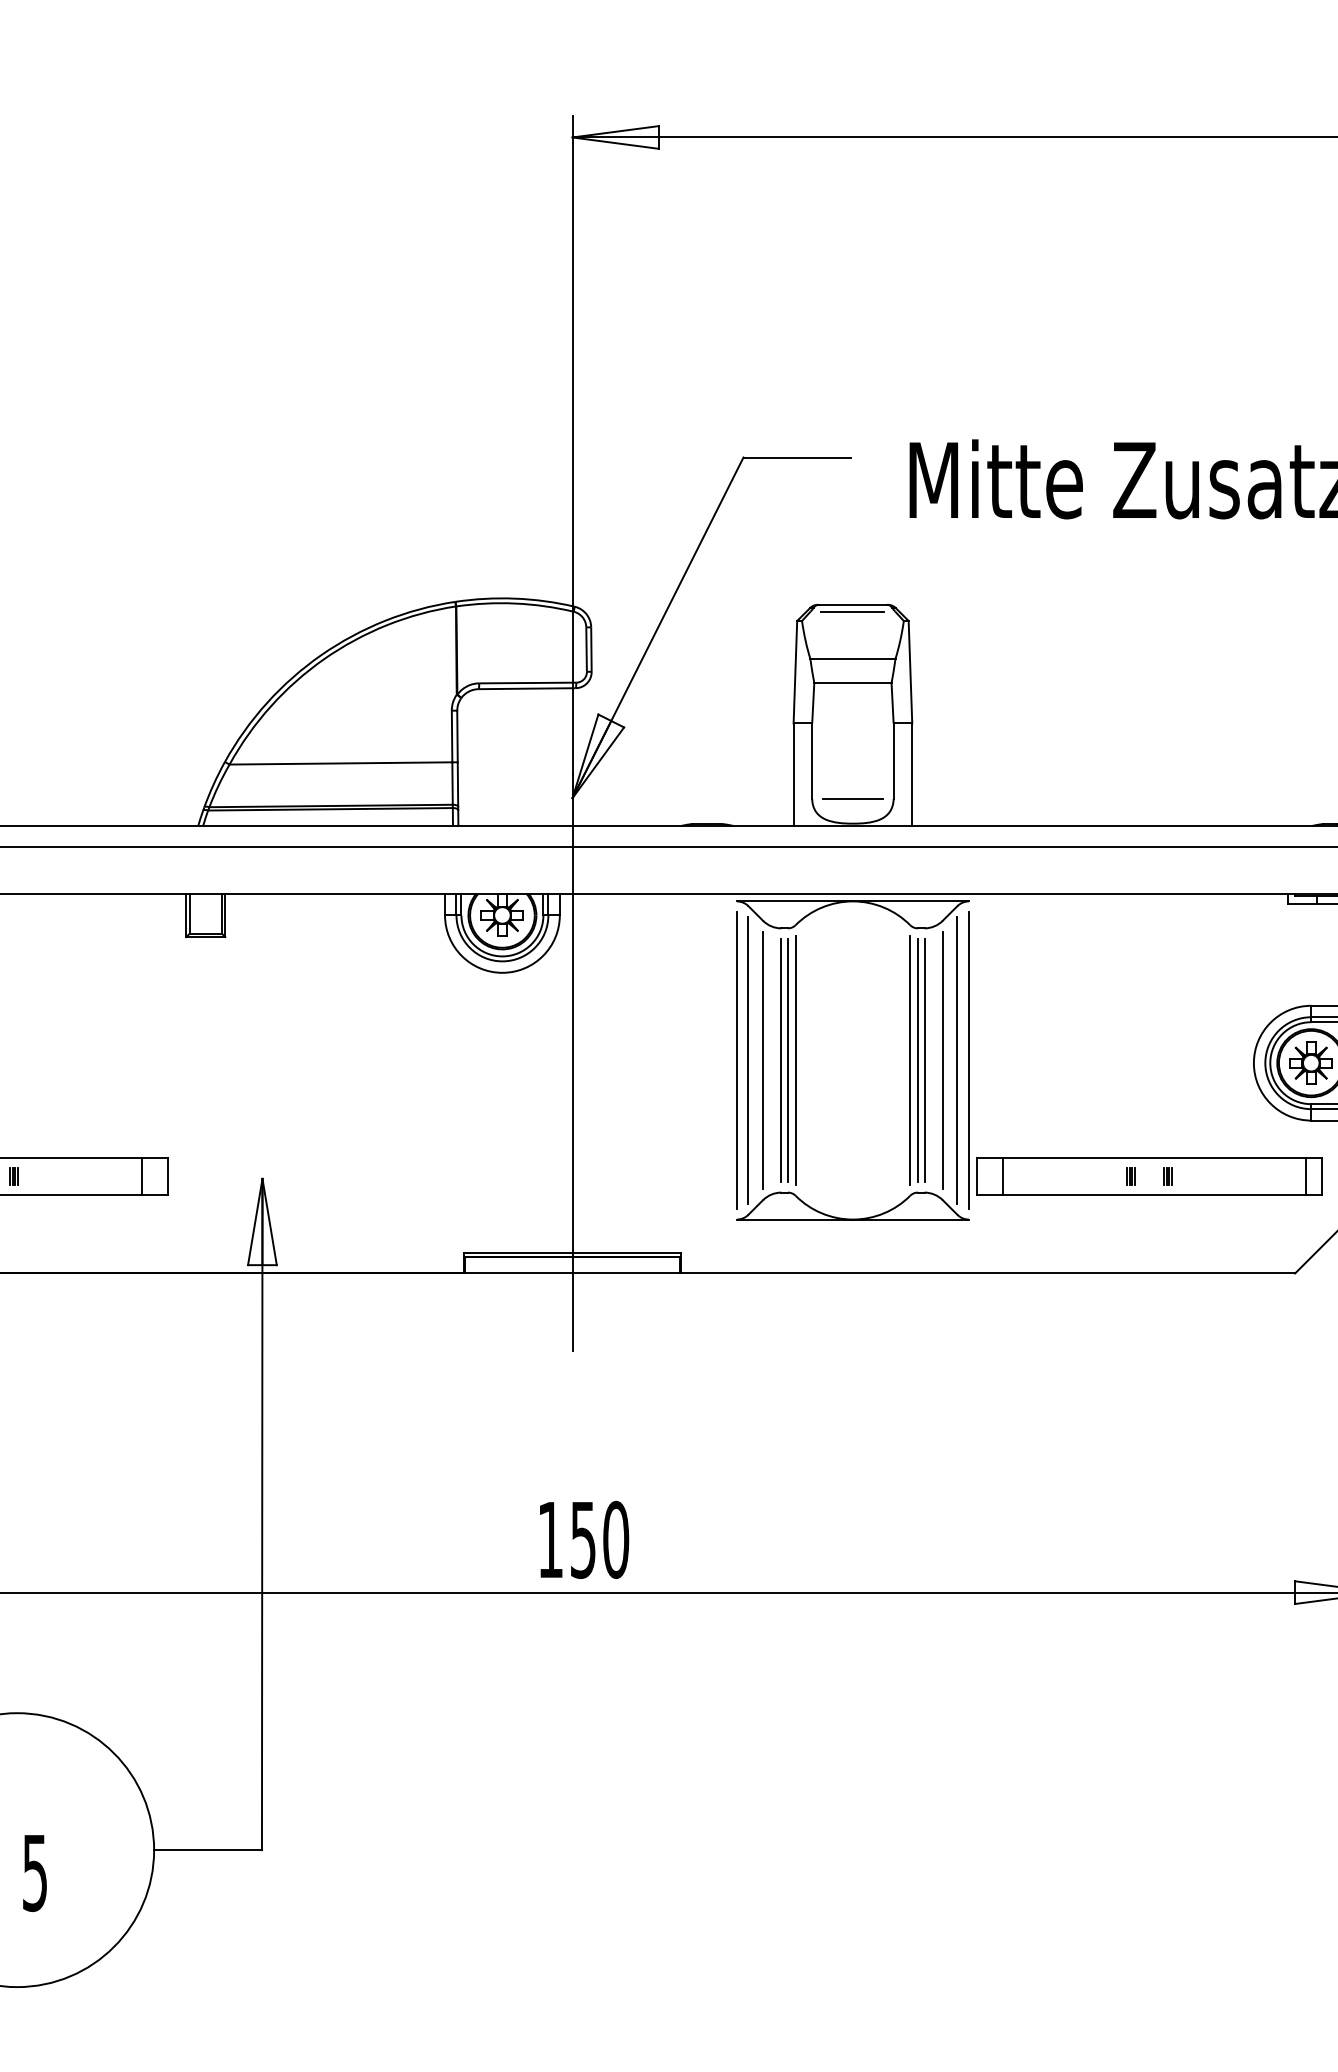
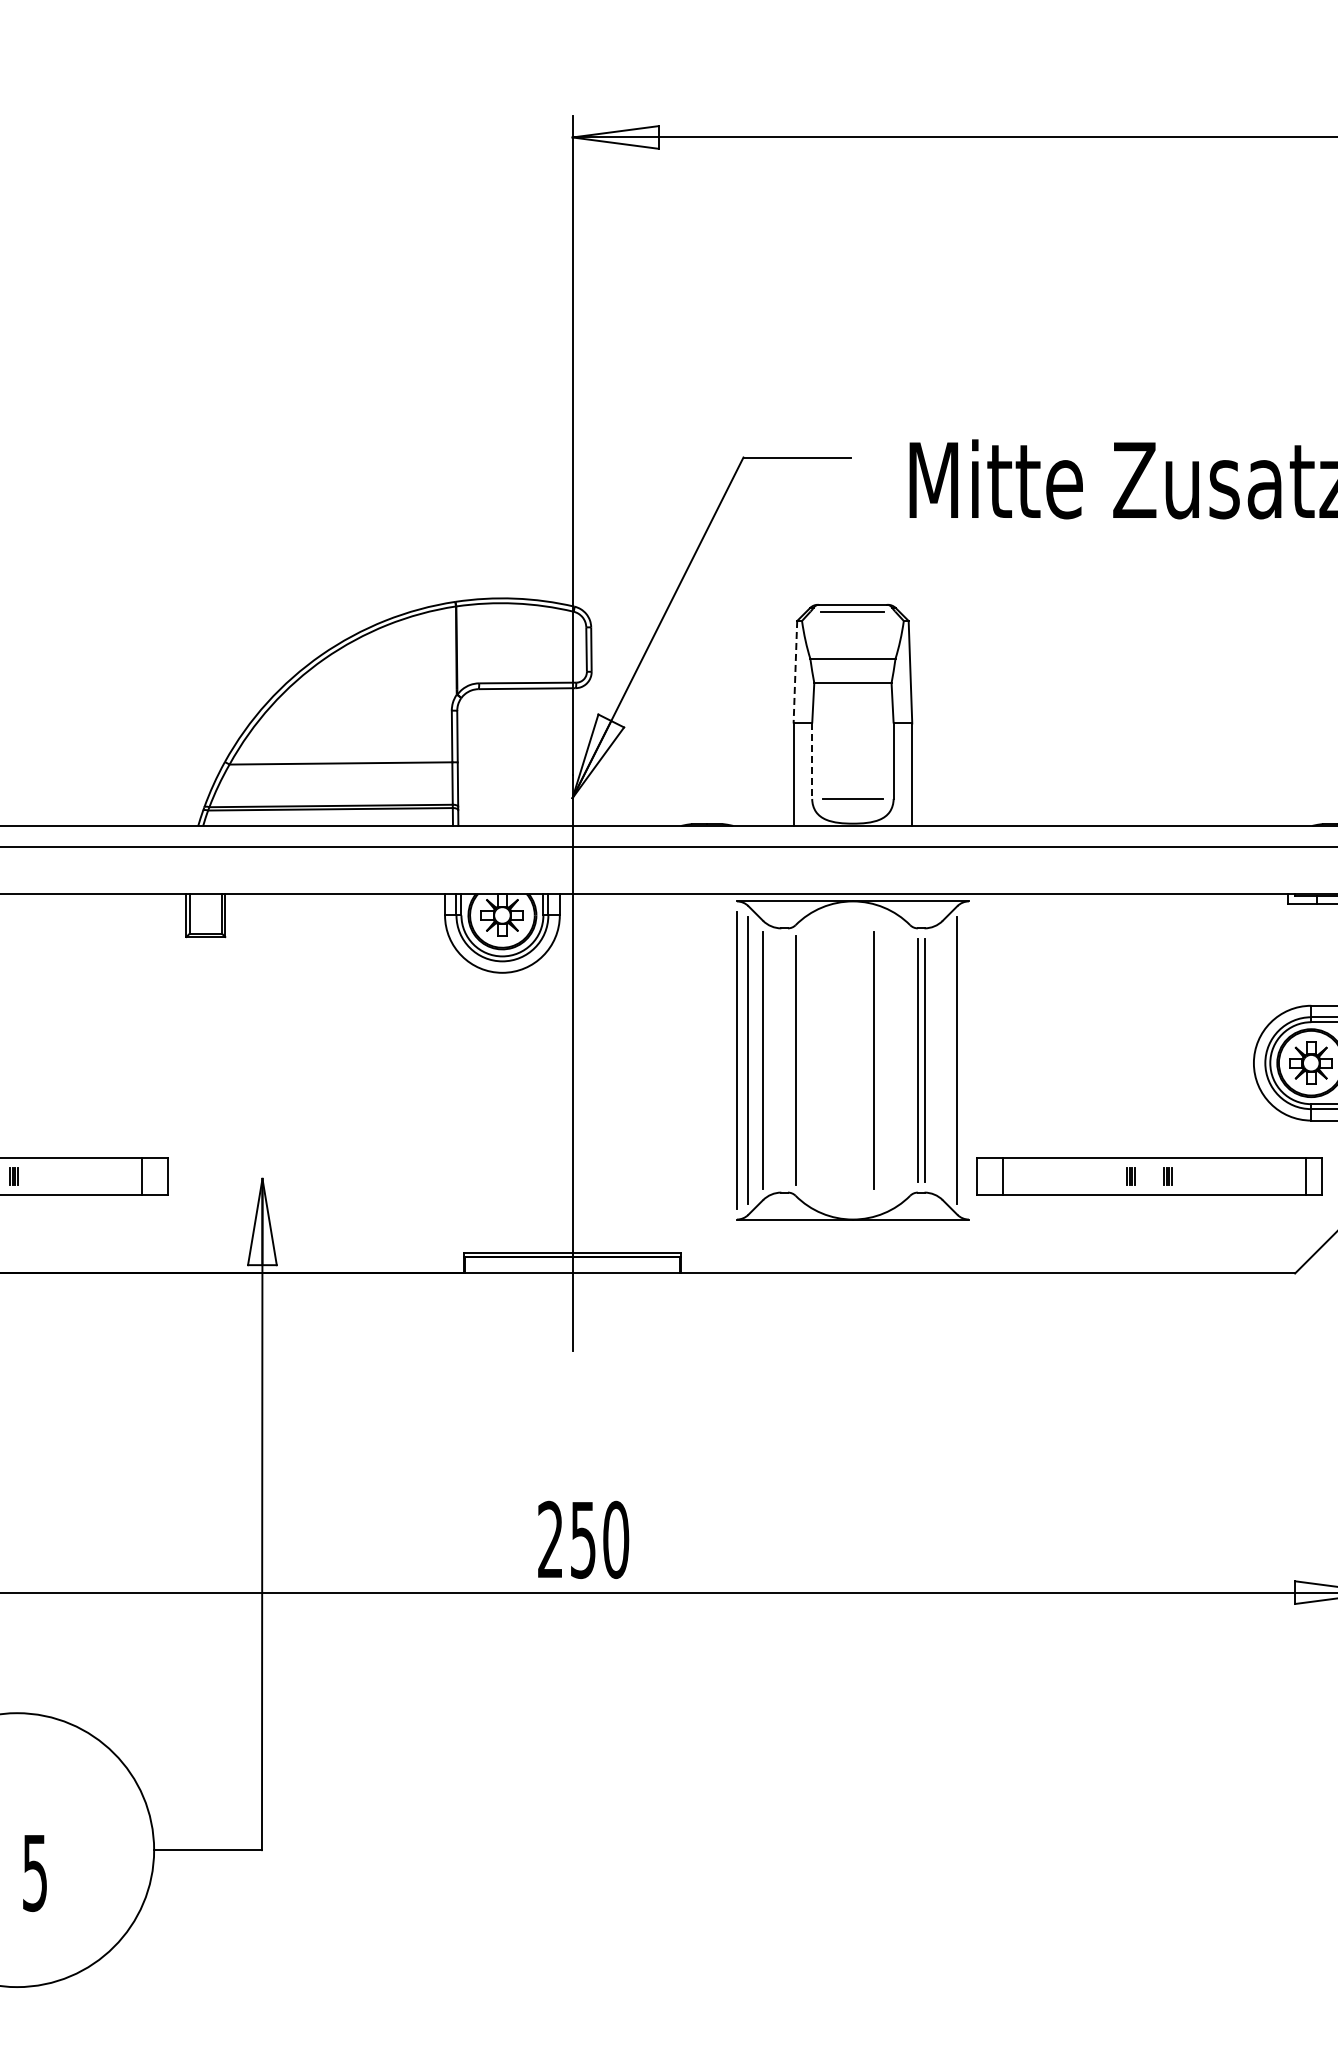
line at (795, 672): solid -> dashed
line at (812, 761): solid -> dashed
line at (781, 1060): present -> none
line at (787, 1060): present -> none
line at (910, 1060): present -> none
line at (942, 1060) position: (942, 1060) -> (873, 1060)
line at (968, 1060): present -> none
text at (550, 1538): 150 -> 250
